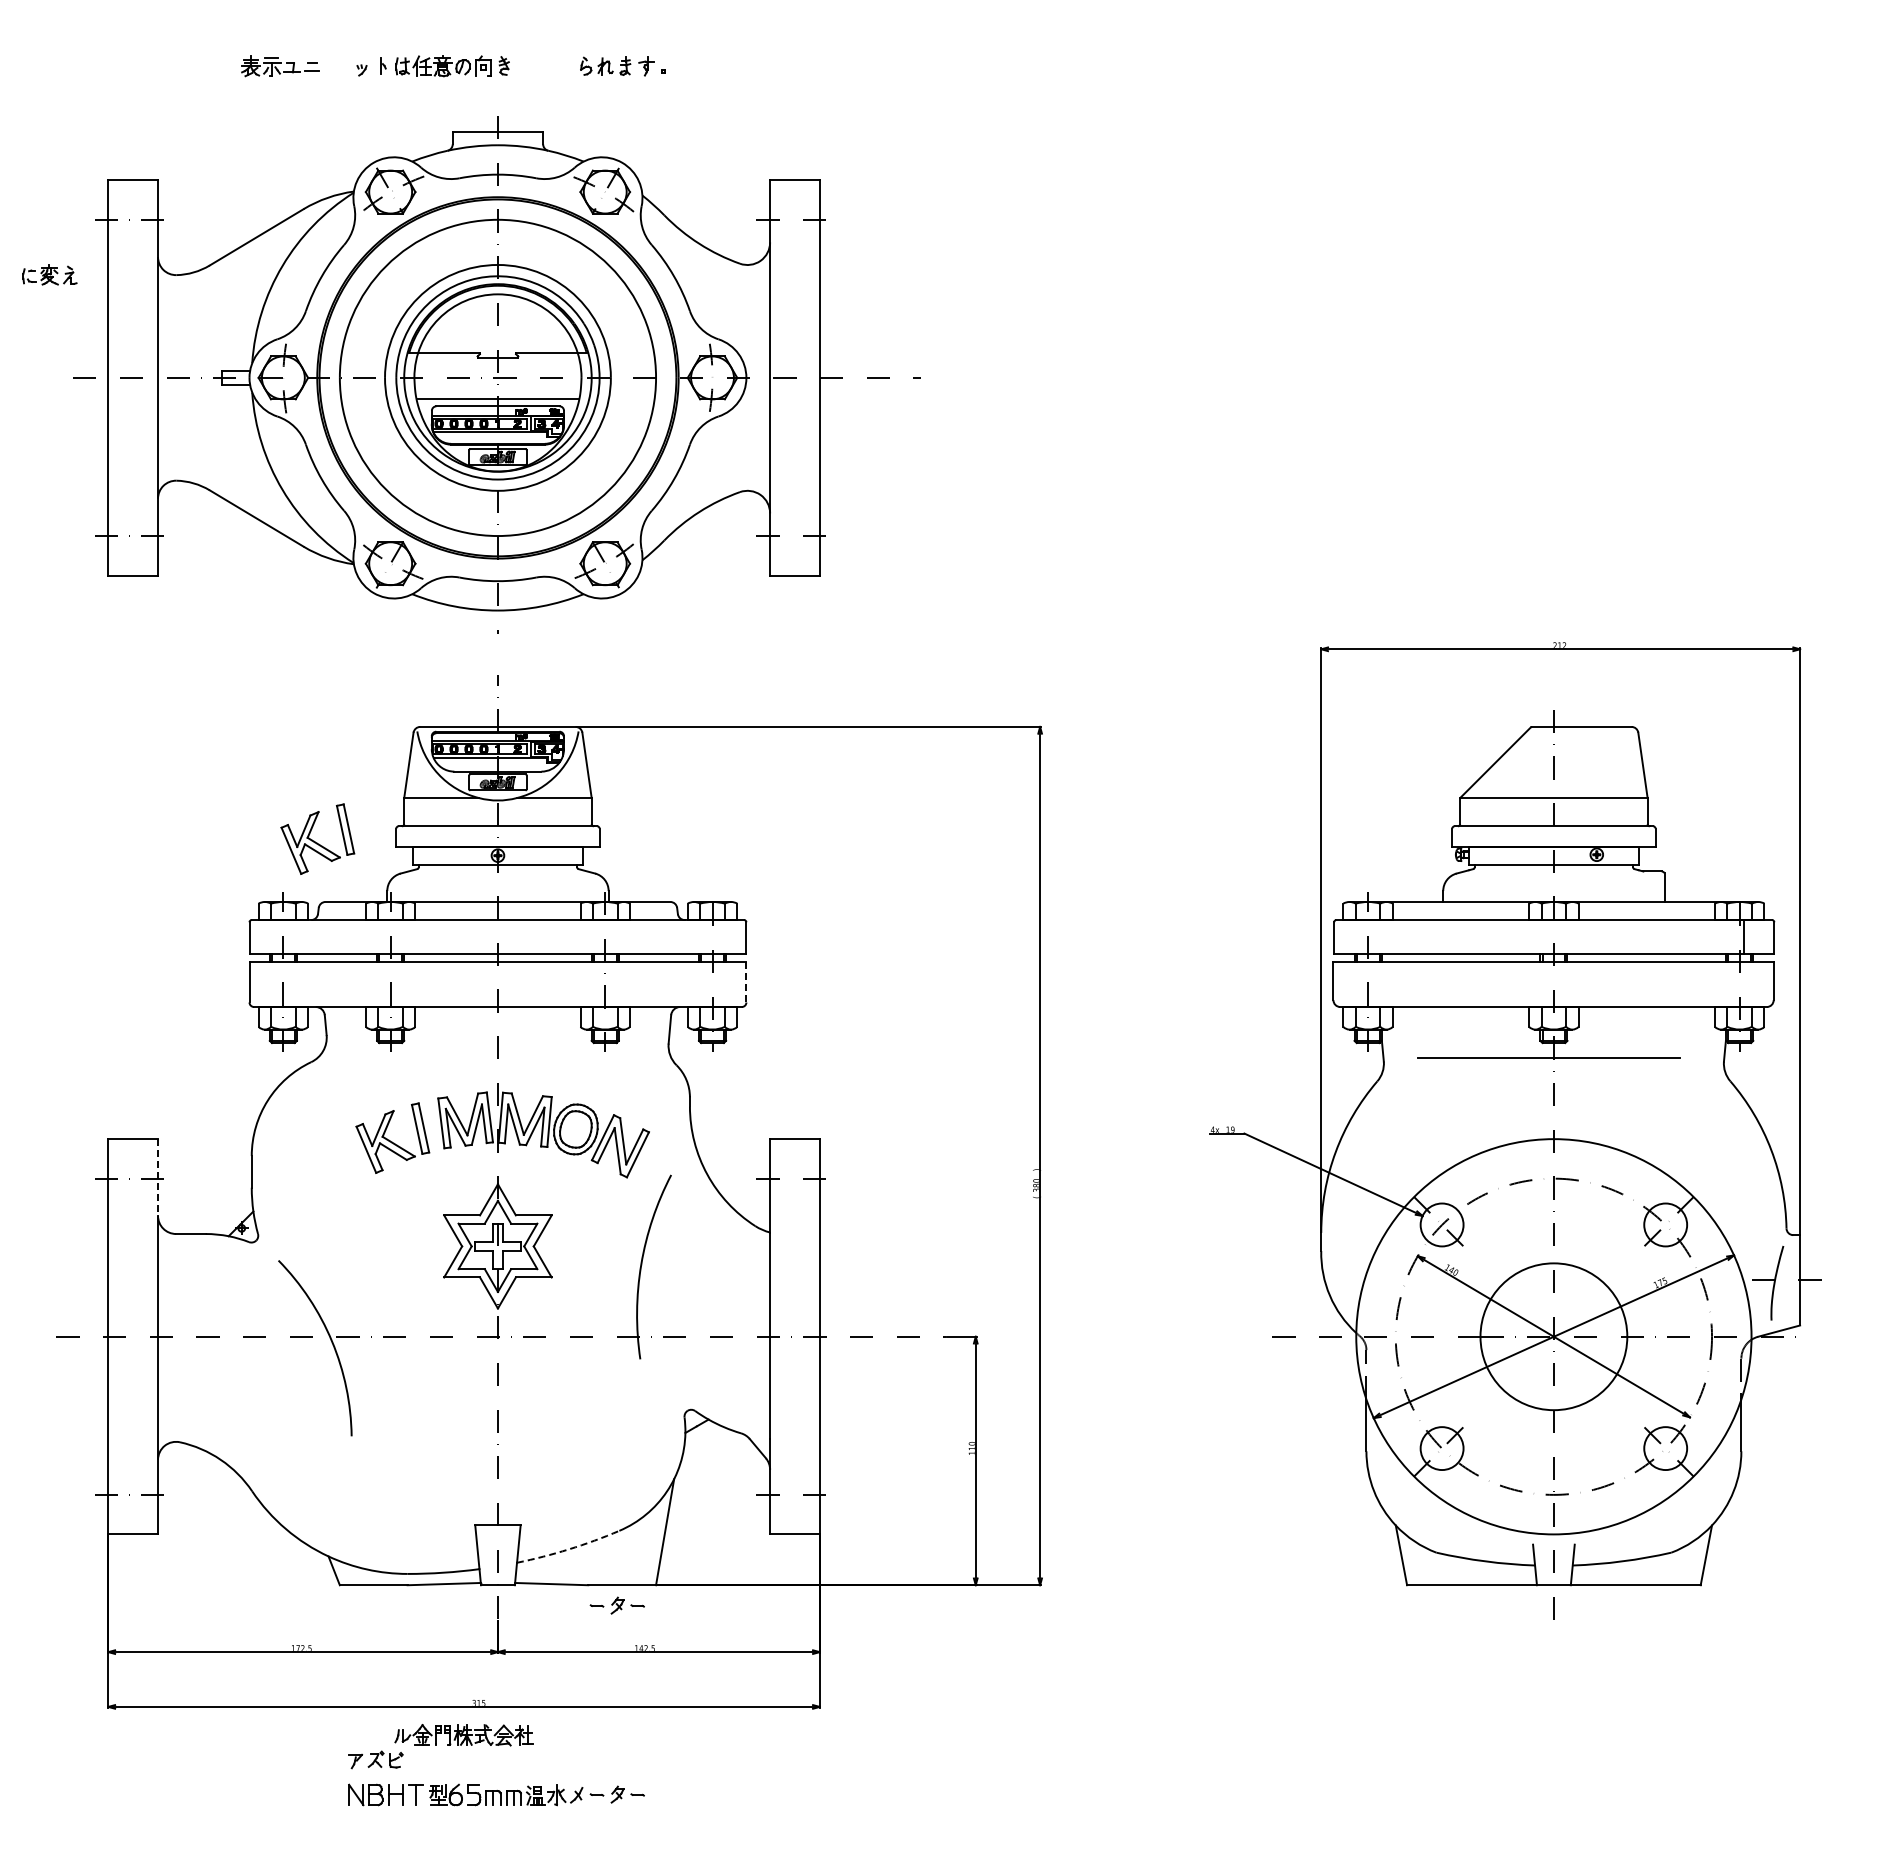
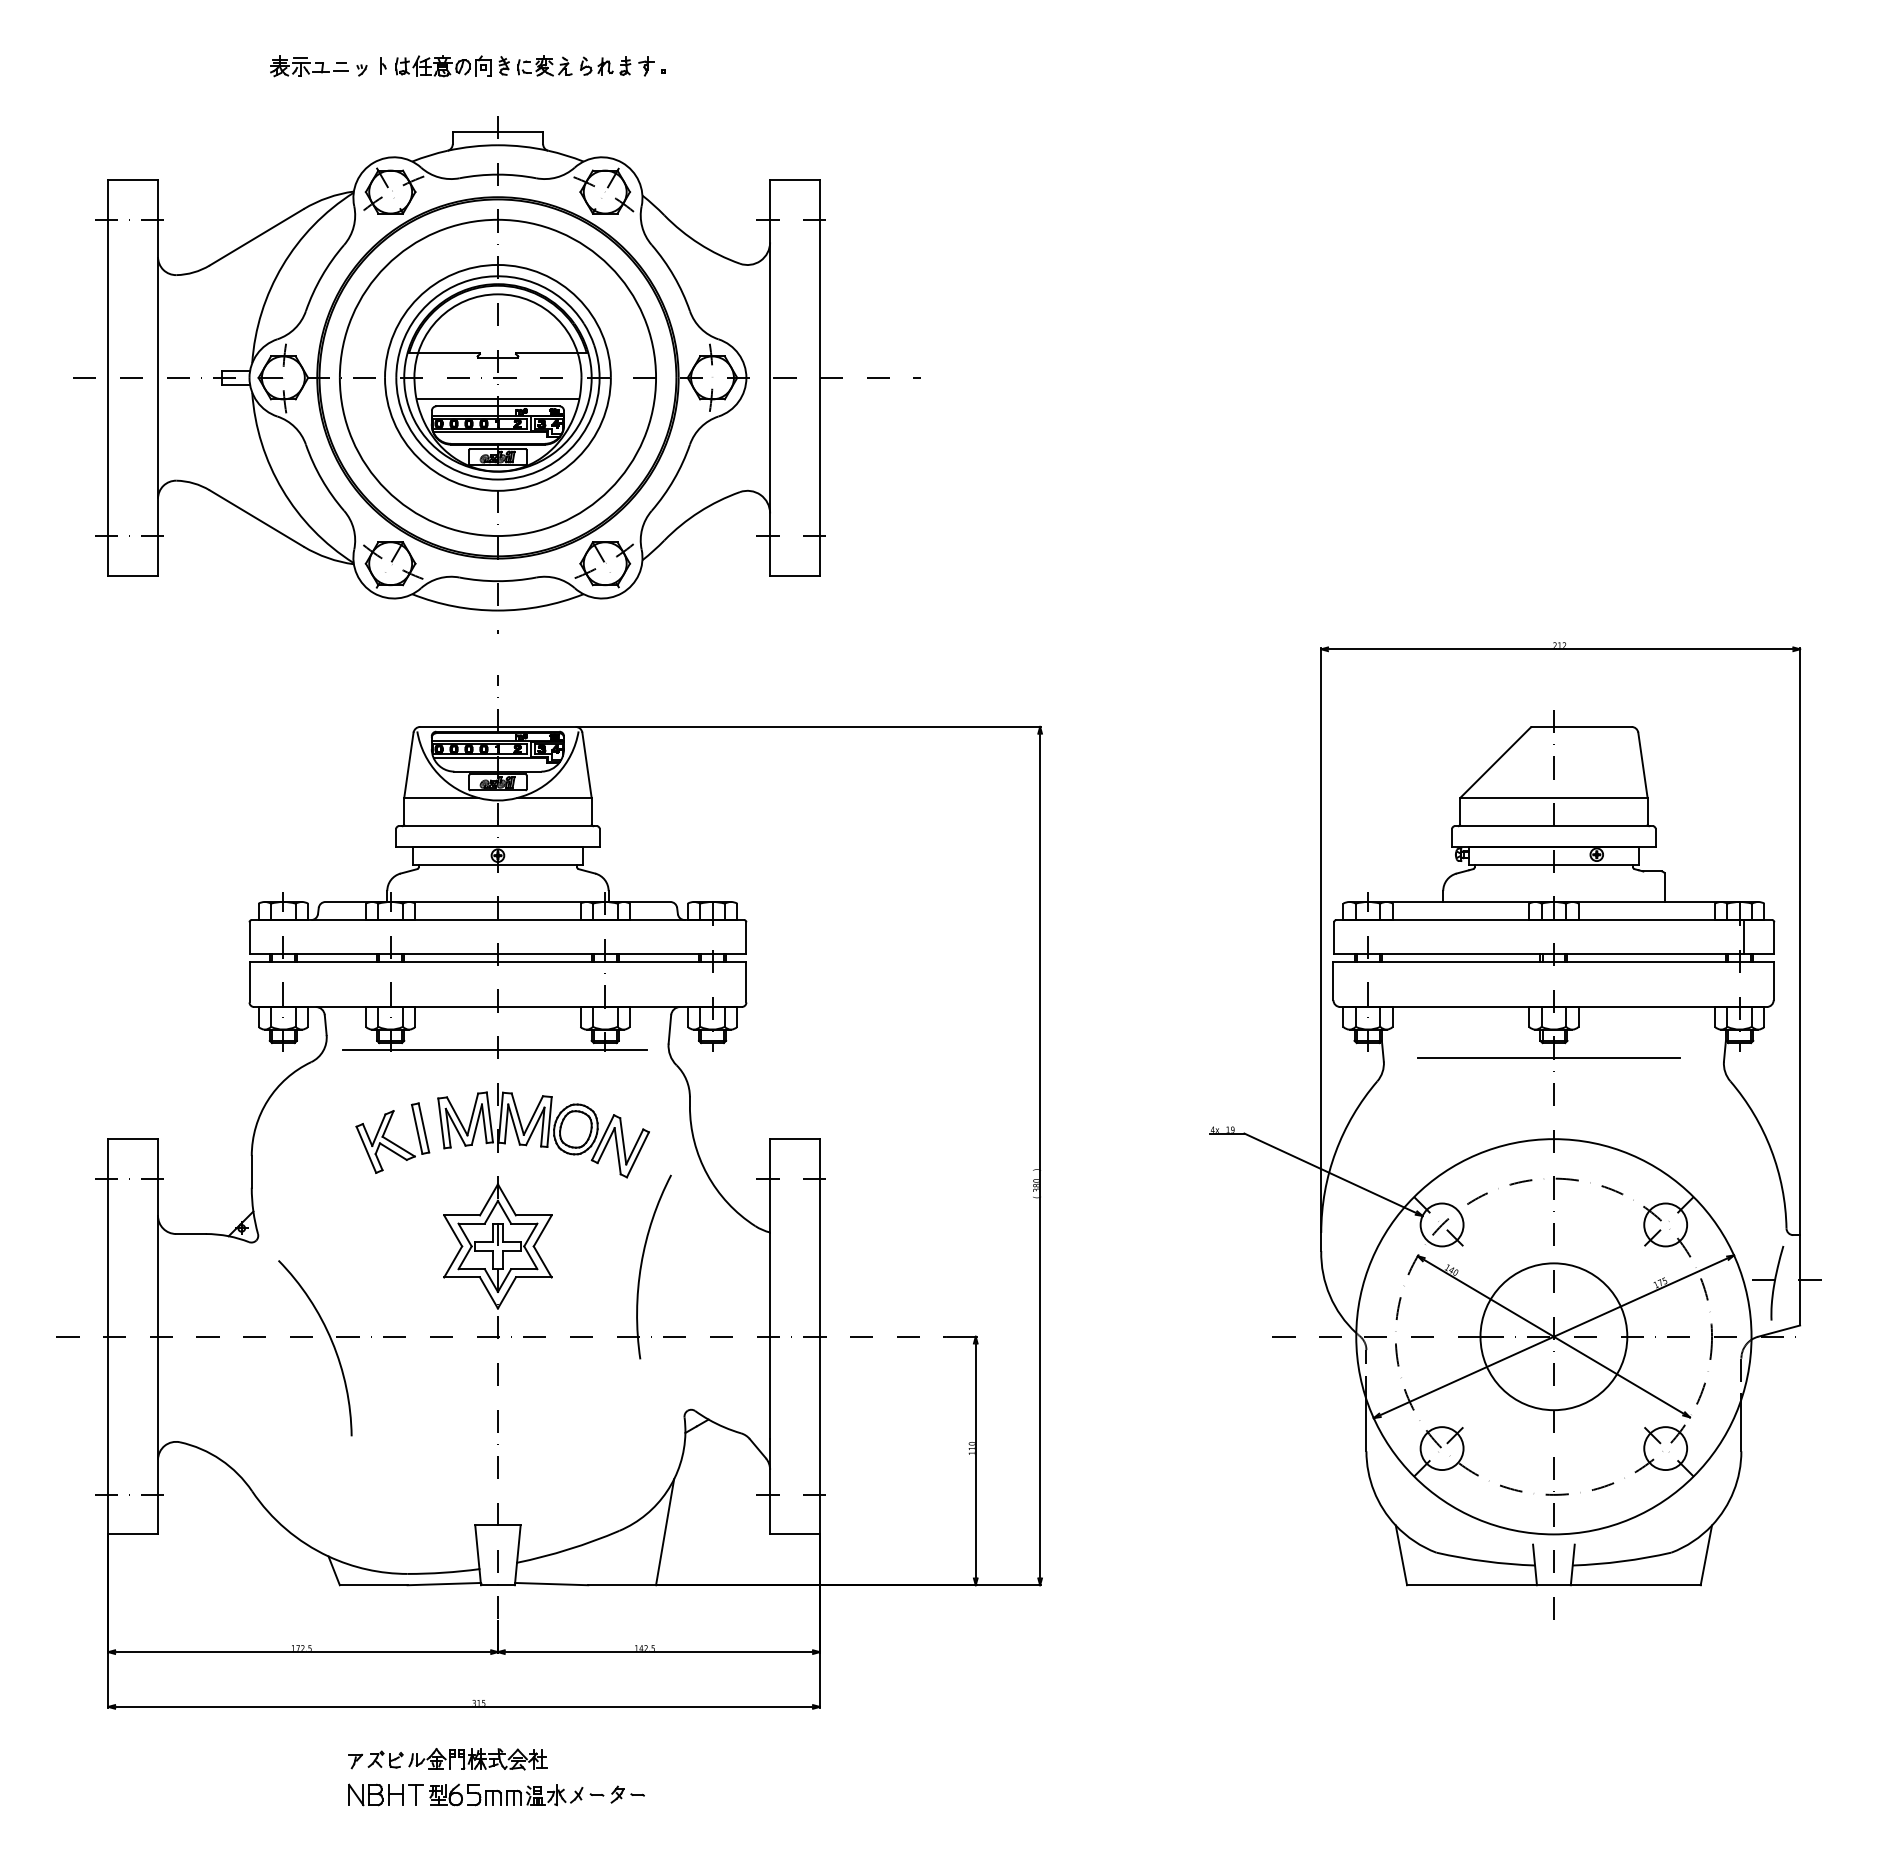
part at (280, 66) position: (280, 66) -> (309, 66)
part at (49, 274) position: (49, 274) -> (544, 65)
part at (317, 838): present -> none
line at (746, 981): dashed -> solid
line at (495, 1049): none -> present
line at (158, 1178): dashed -> solid
arc at (568, 1549): dashed -> solid
part at (616, 1605): present -> none
part at (463, 1735) position: (463, 1735) -> (477, 1759)
